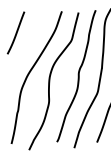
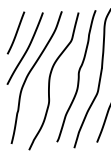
curve at (26, 49): none -> present
